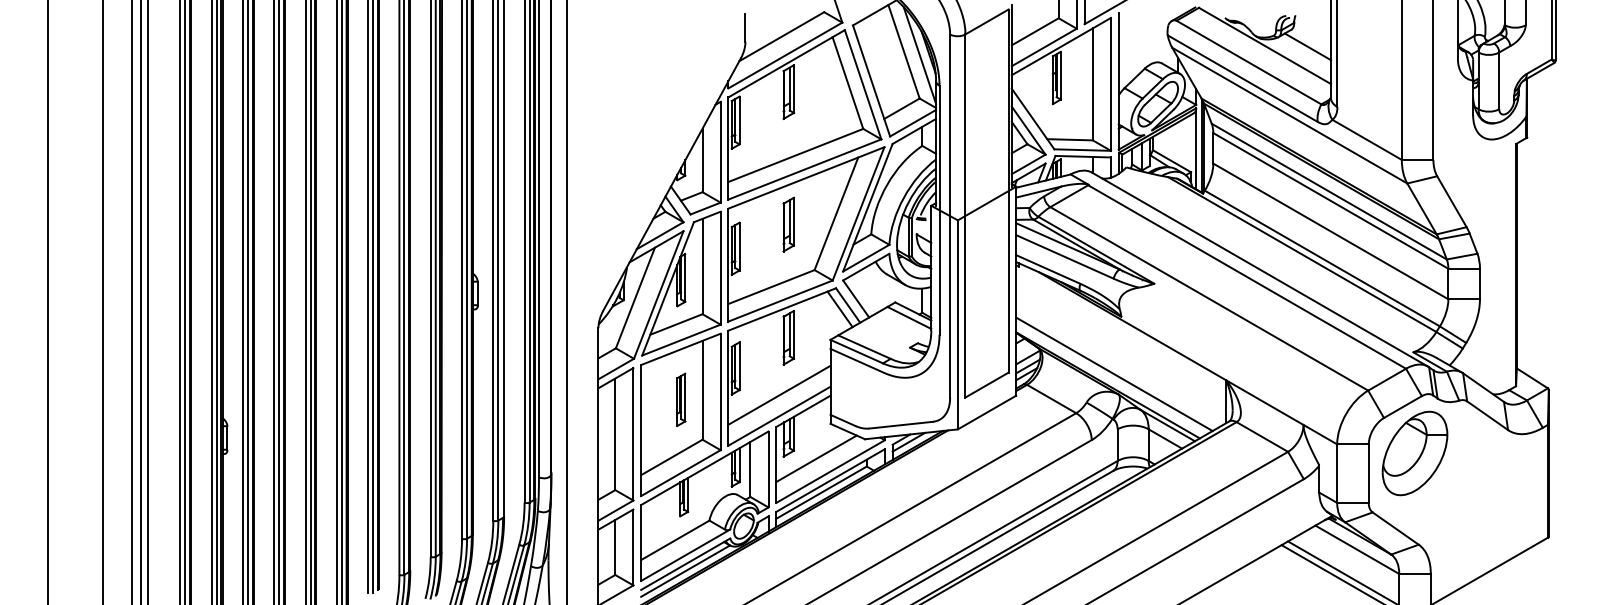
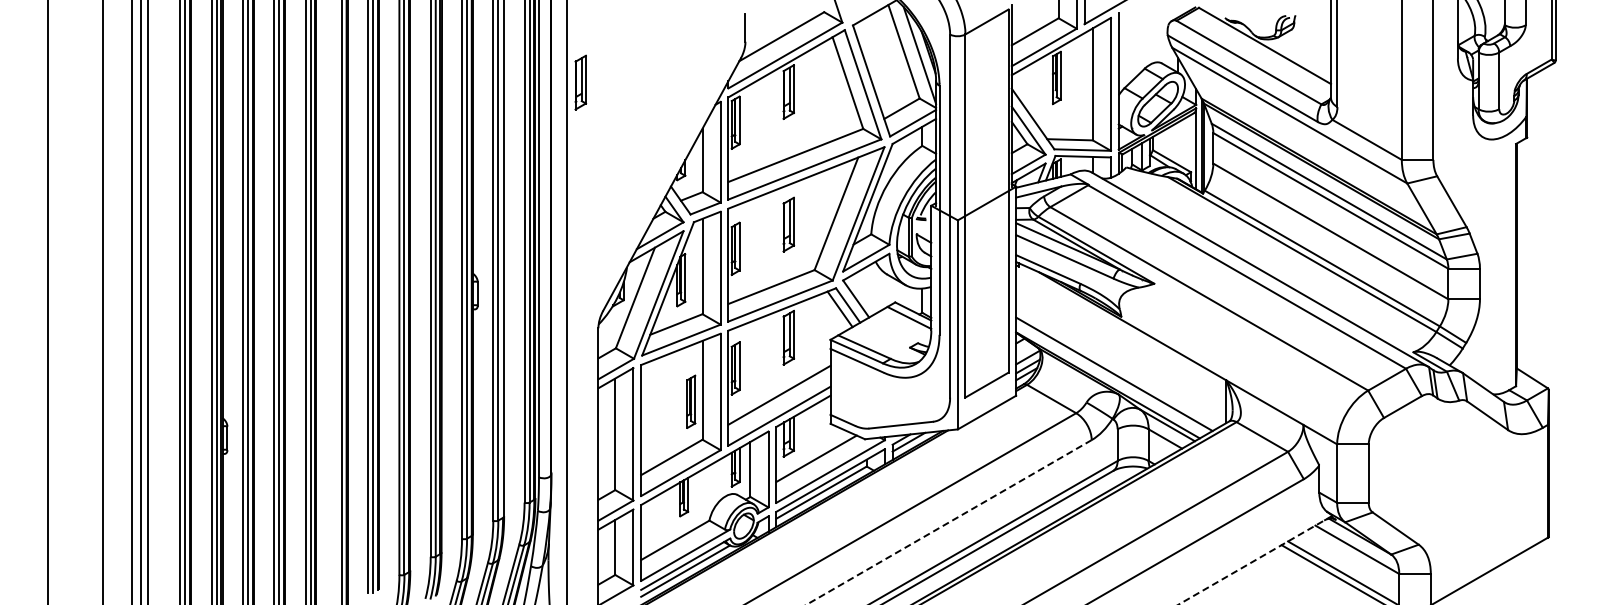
line at (1307, 46): present -> none
part at (580, 82): none -> present
line at (336, 301): present -> none
part at (681, 399) position: (681, 399) -> (691, 401)
part at (1414, 453): present -> none
line at (948, 522): solid -> dashed
line at (1255, 560): solid -> dashed
